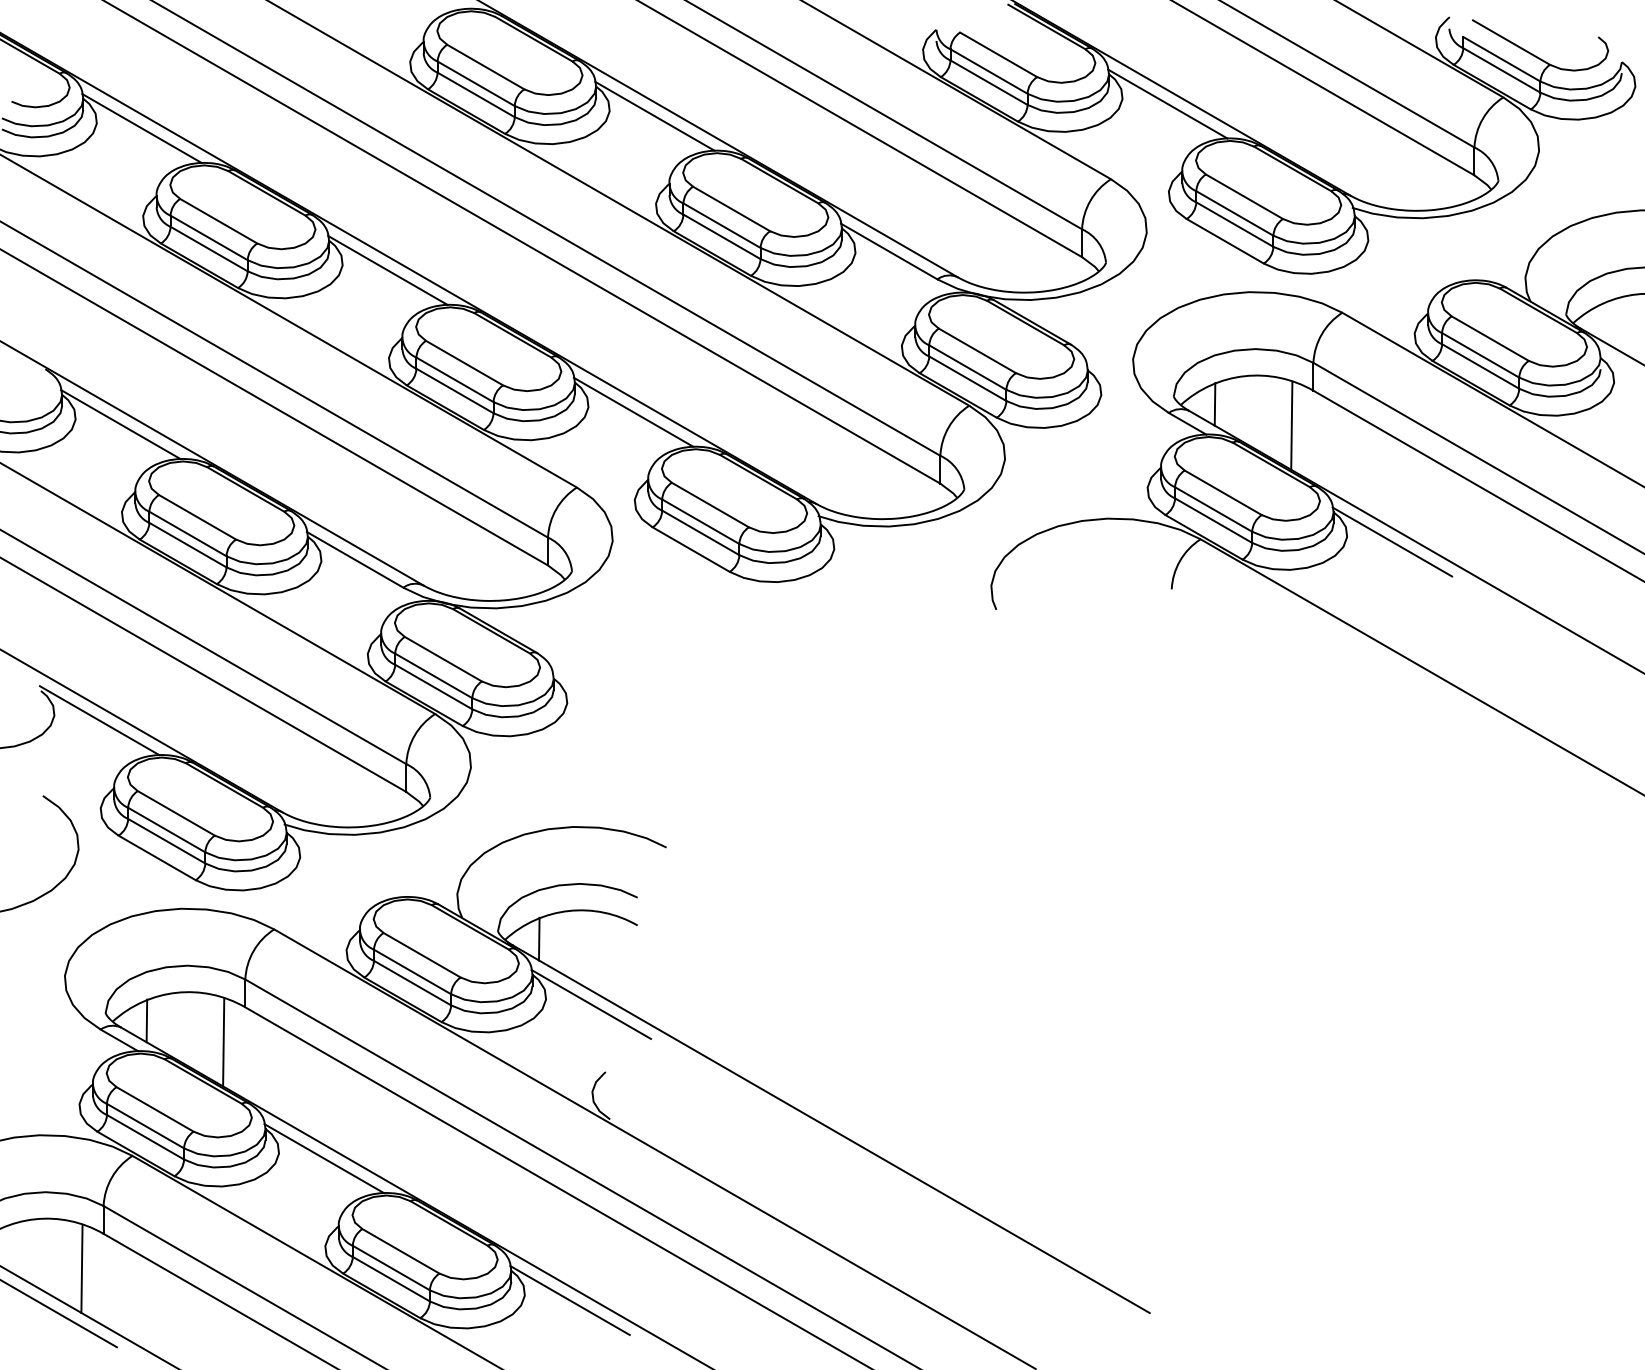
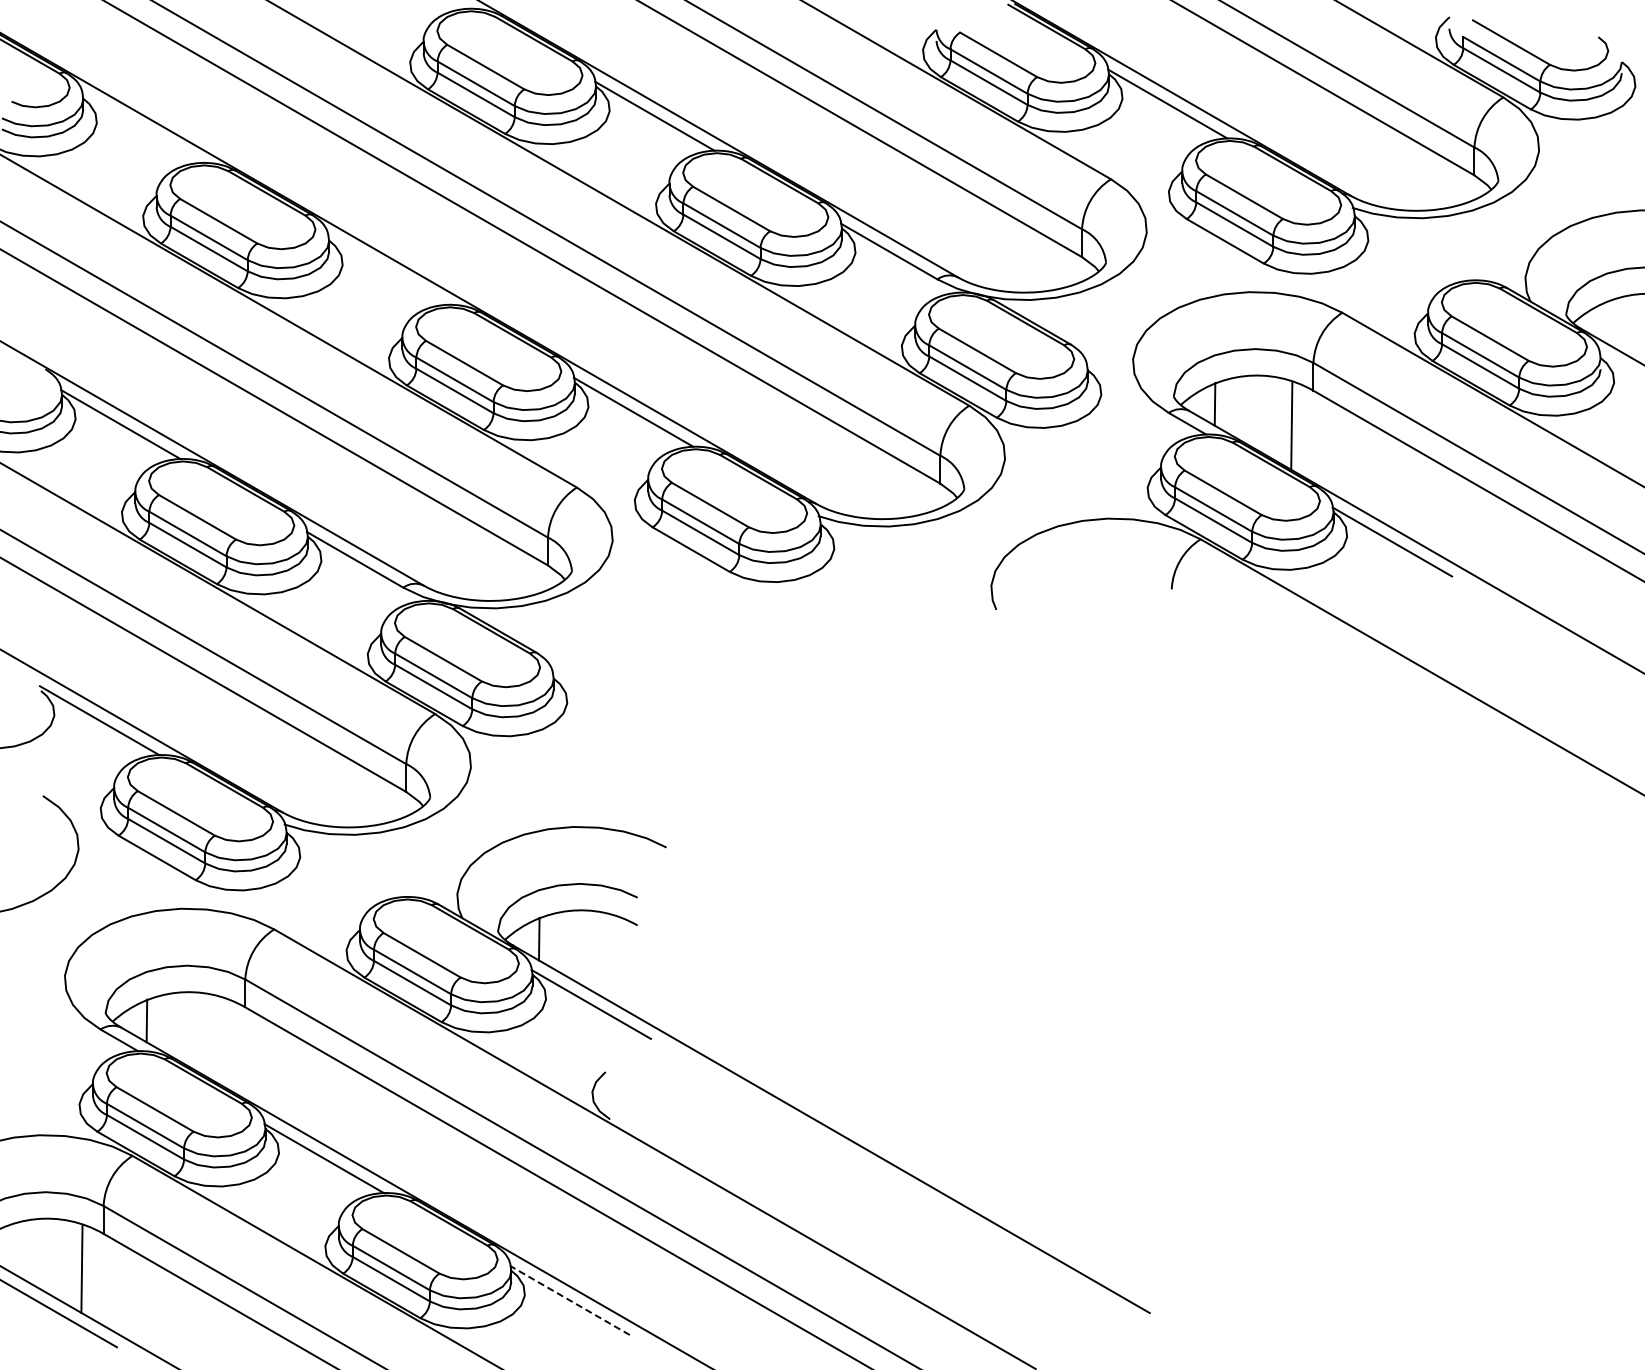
line at (141, 128): present -> none
line at (387, 269): present -> none
line at (223, 1042): present -> none
line at (570, 1300): solid -> dashed
